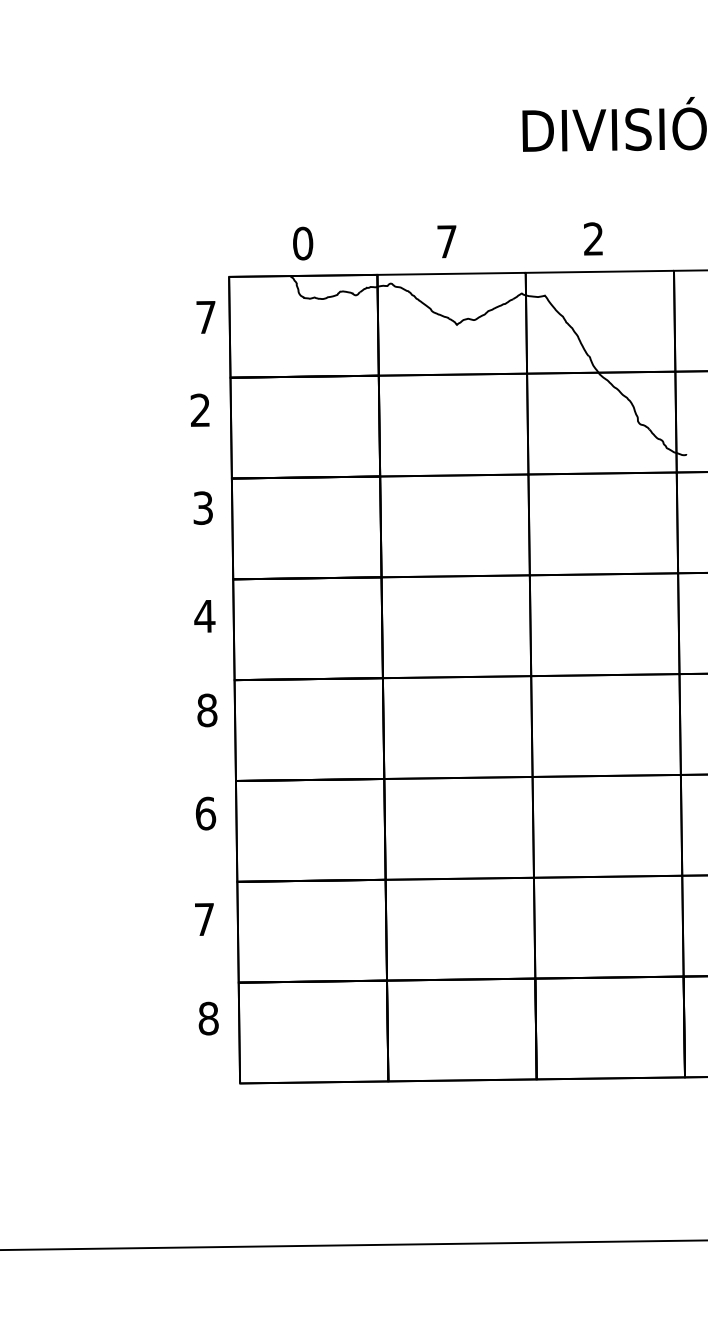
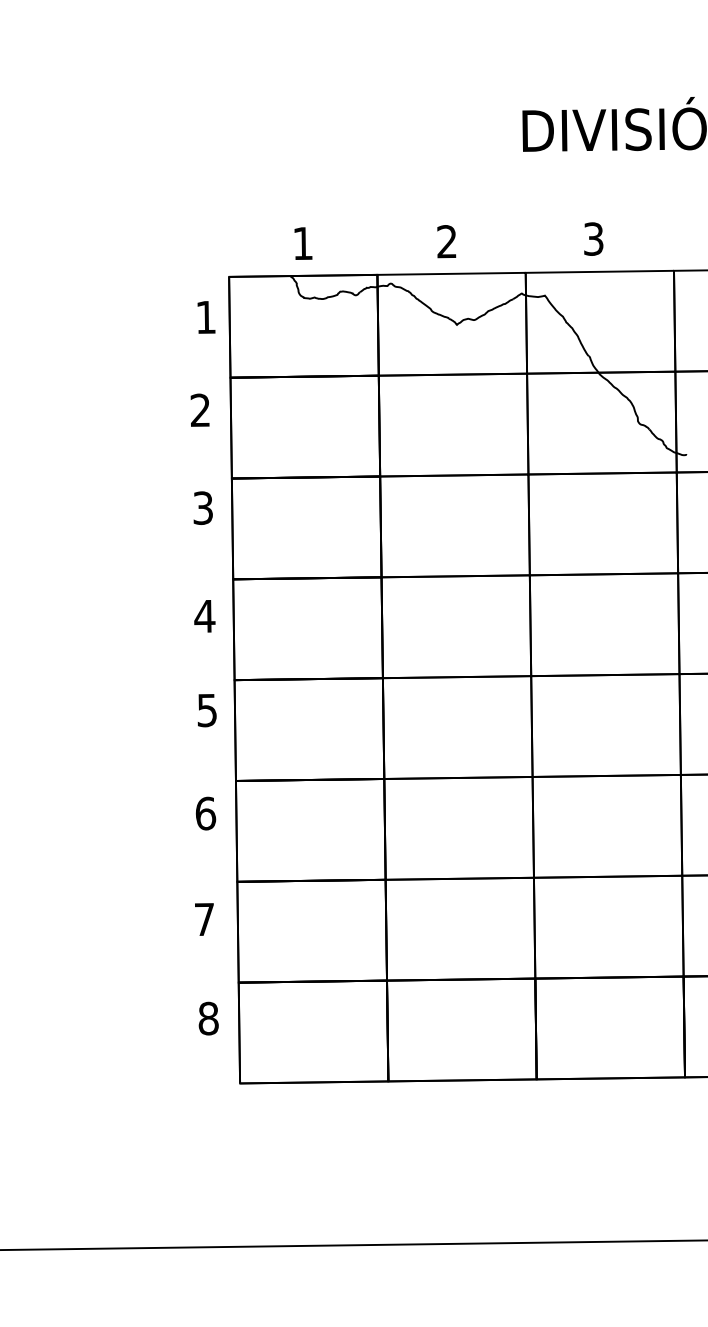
text at (593, 238): 2 -> 3
text at (446, 241): 7 -> 2
text at (303, 243): 0 -> 1
text at (205, 317): 7 -> 1
text at (207, 710): 8 -> 5
